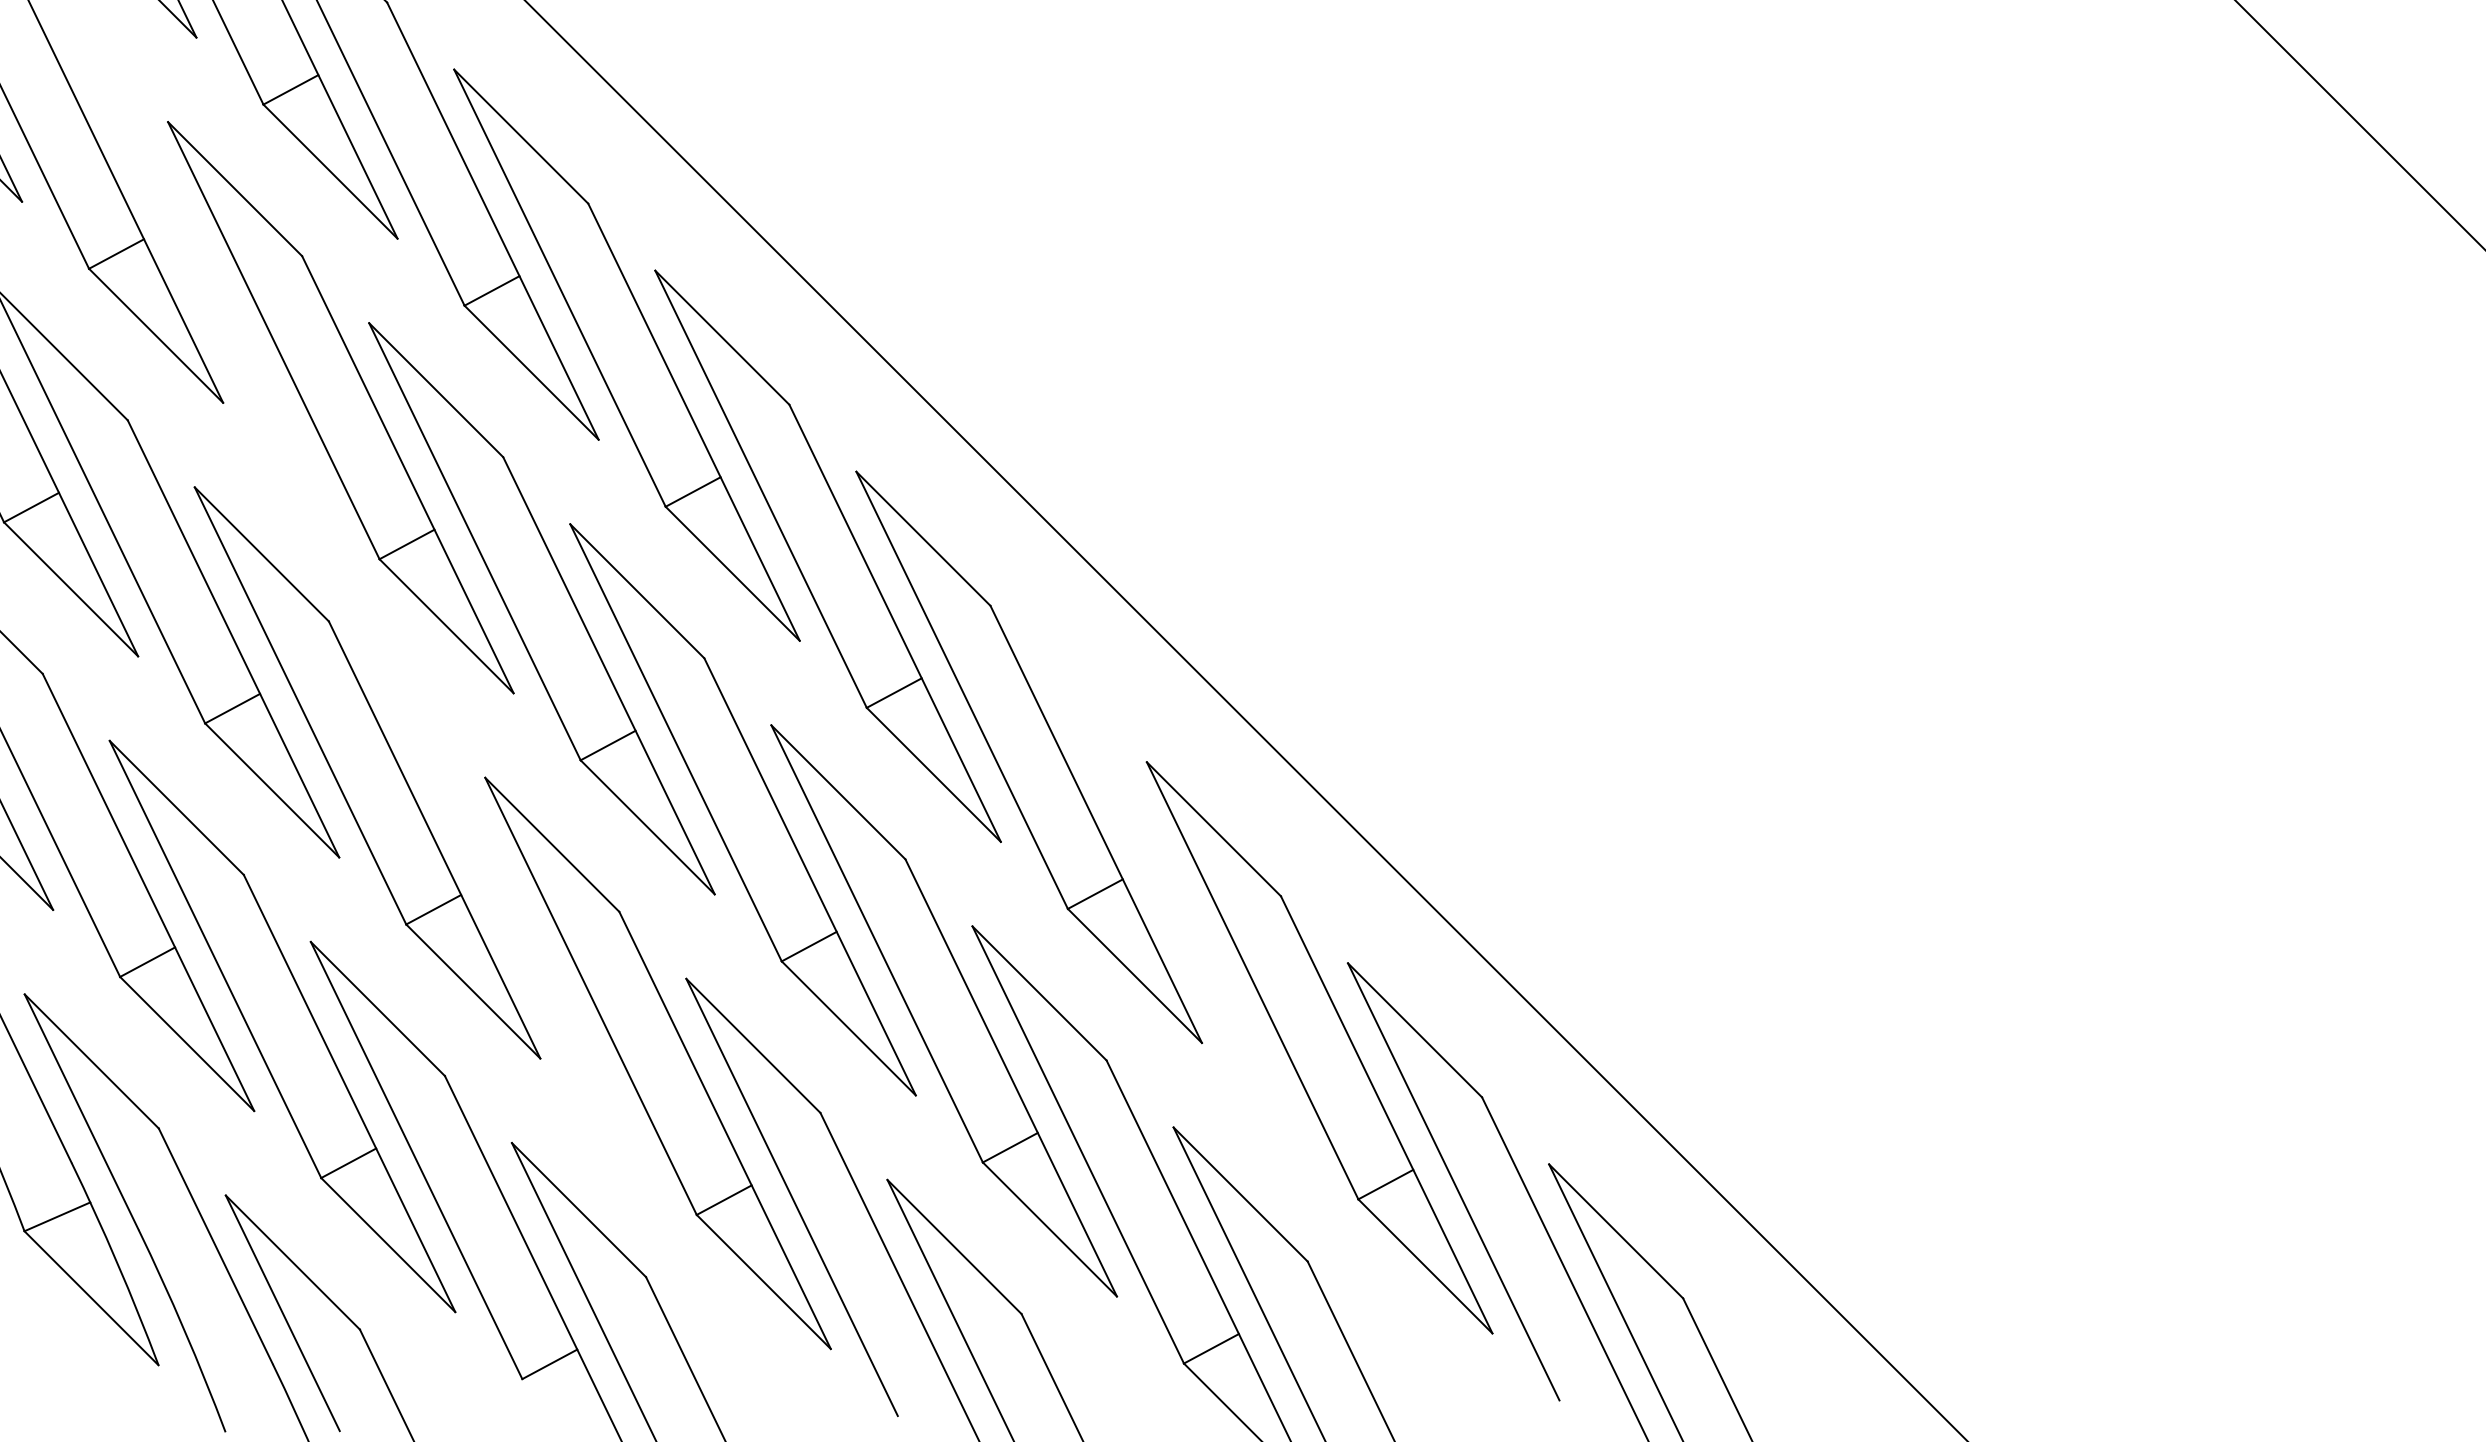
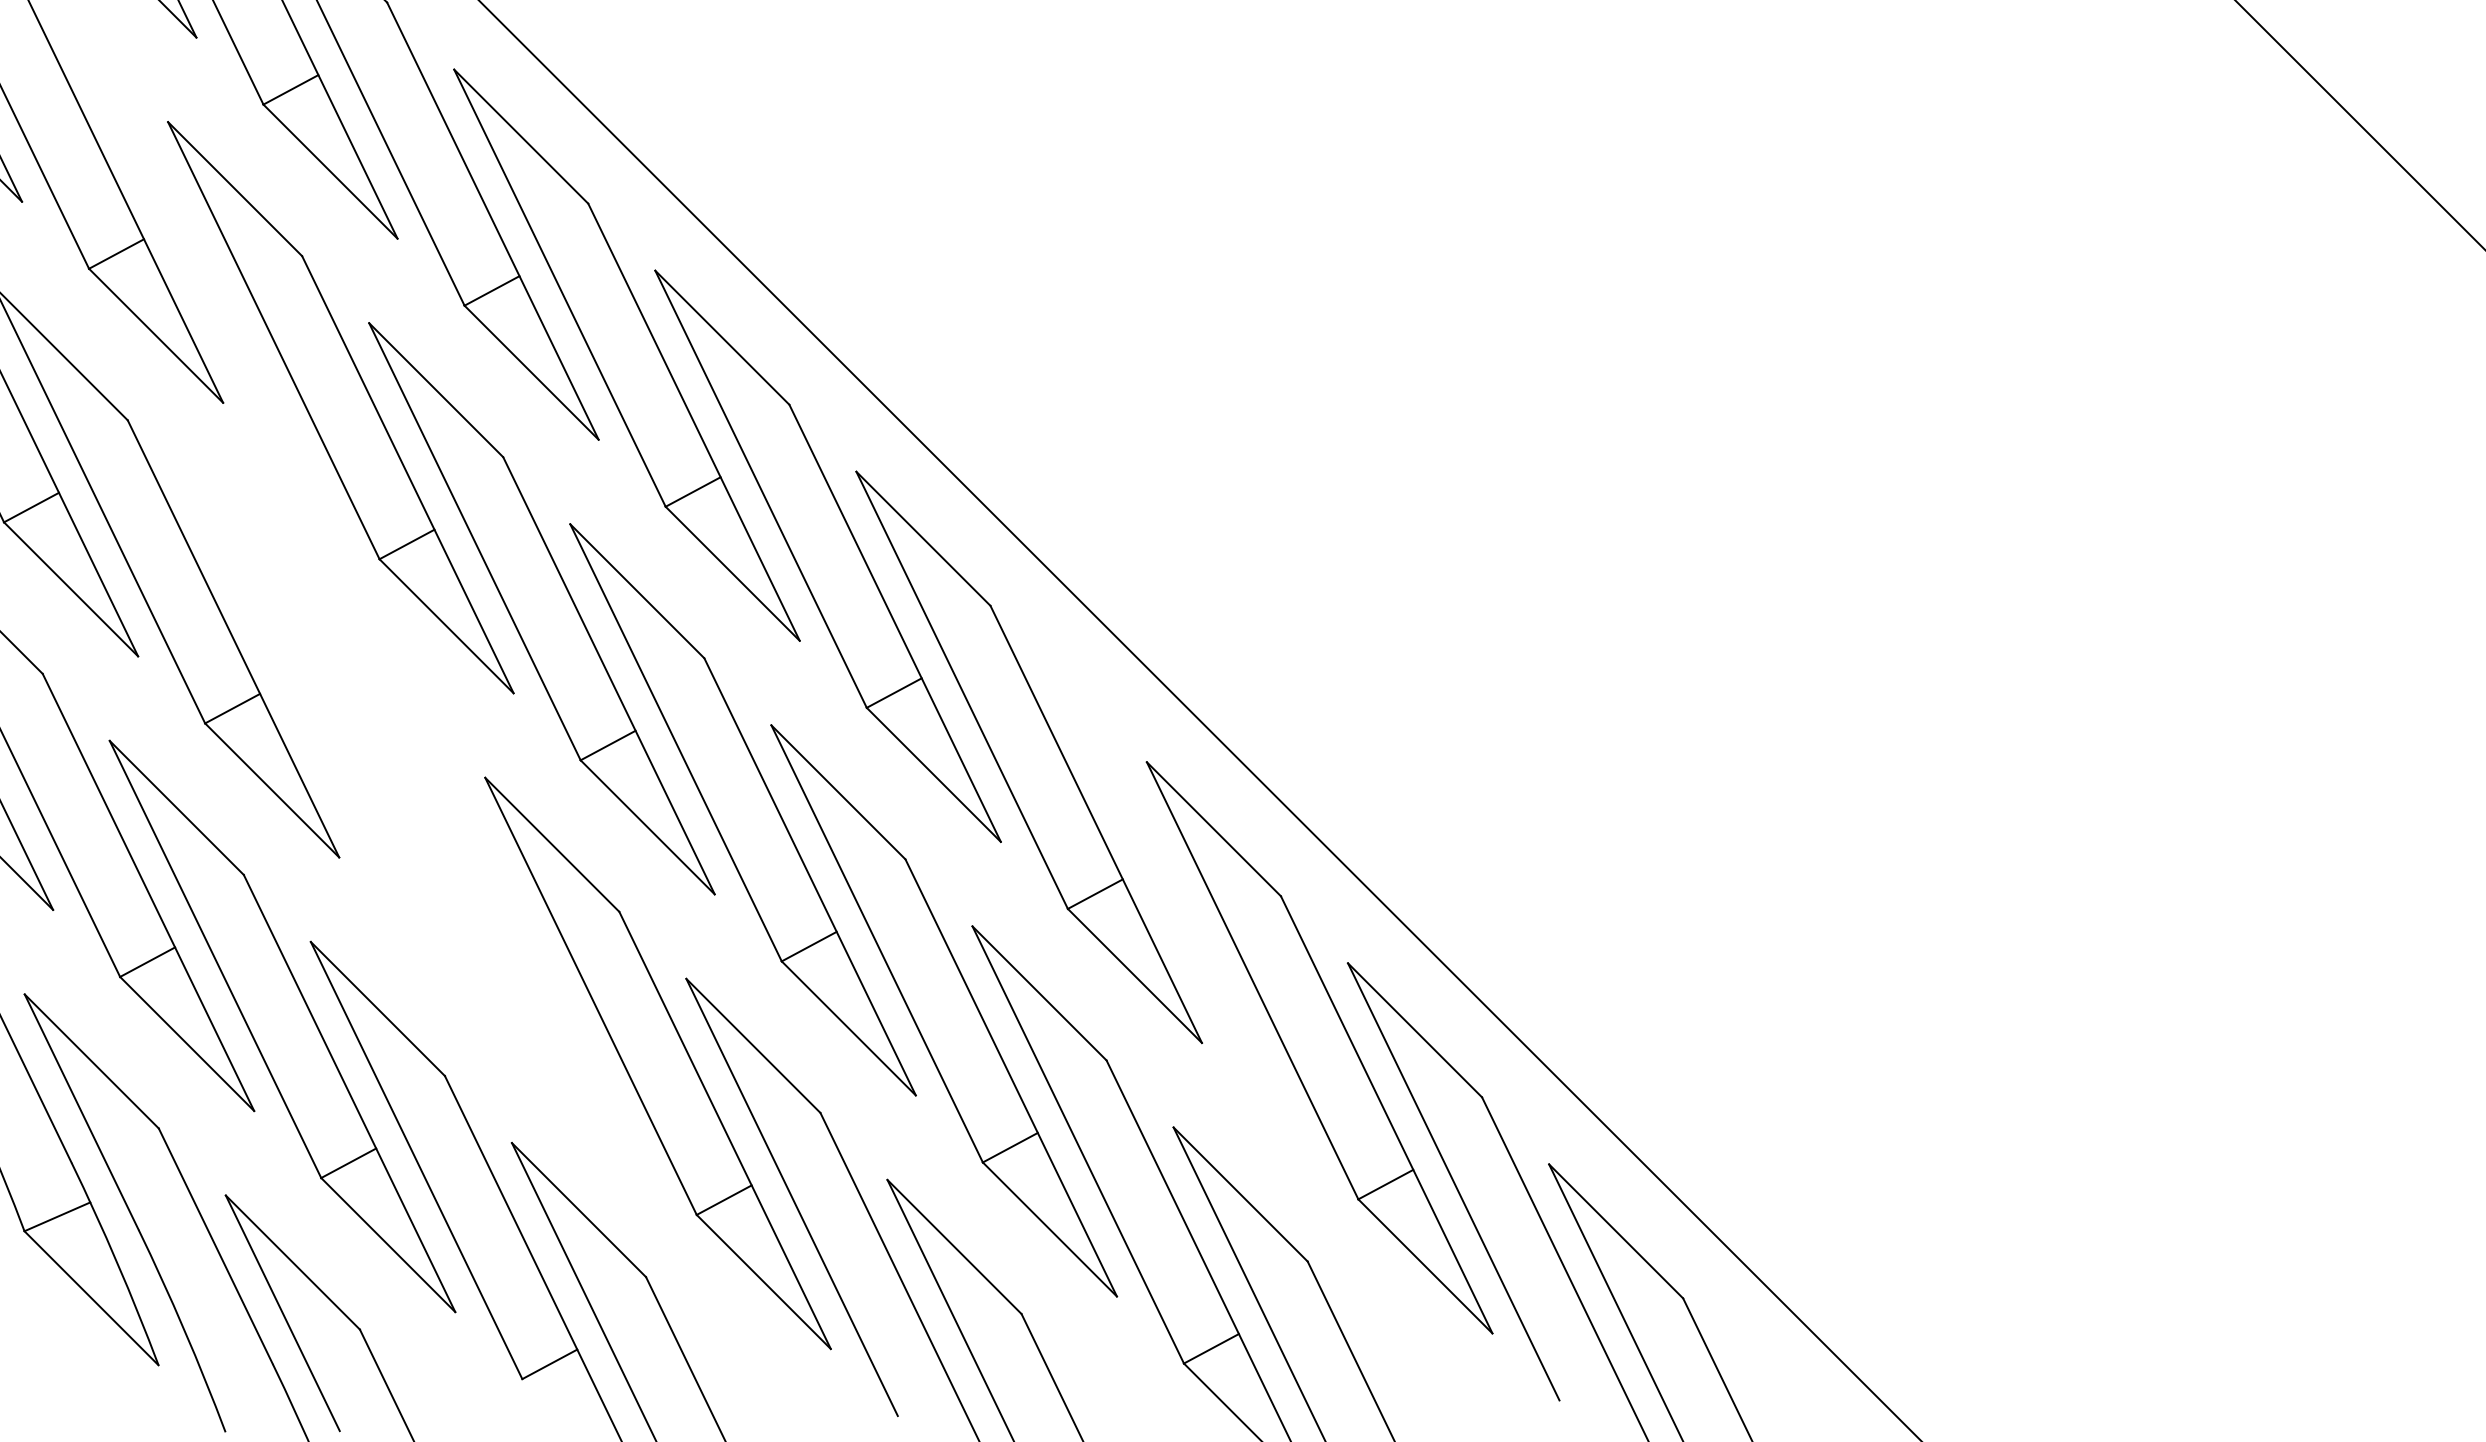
line at (1245, 720) position: (1245, 720) -> (1199, 720)
part at (367, 772): present -> none
